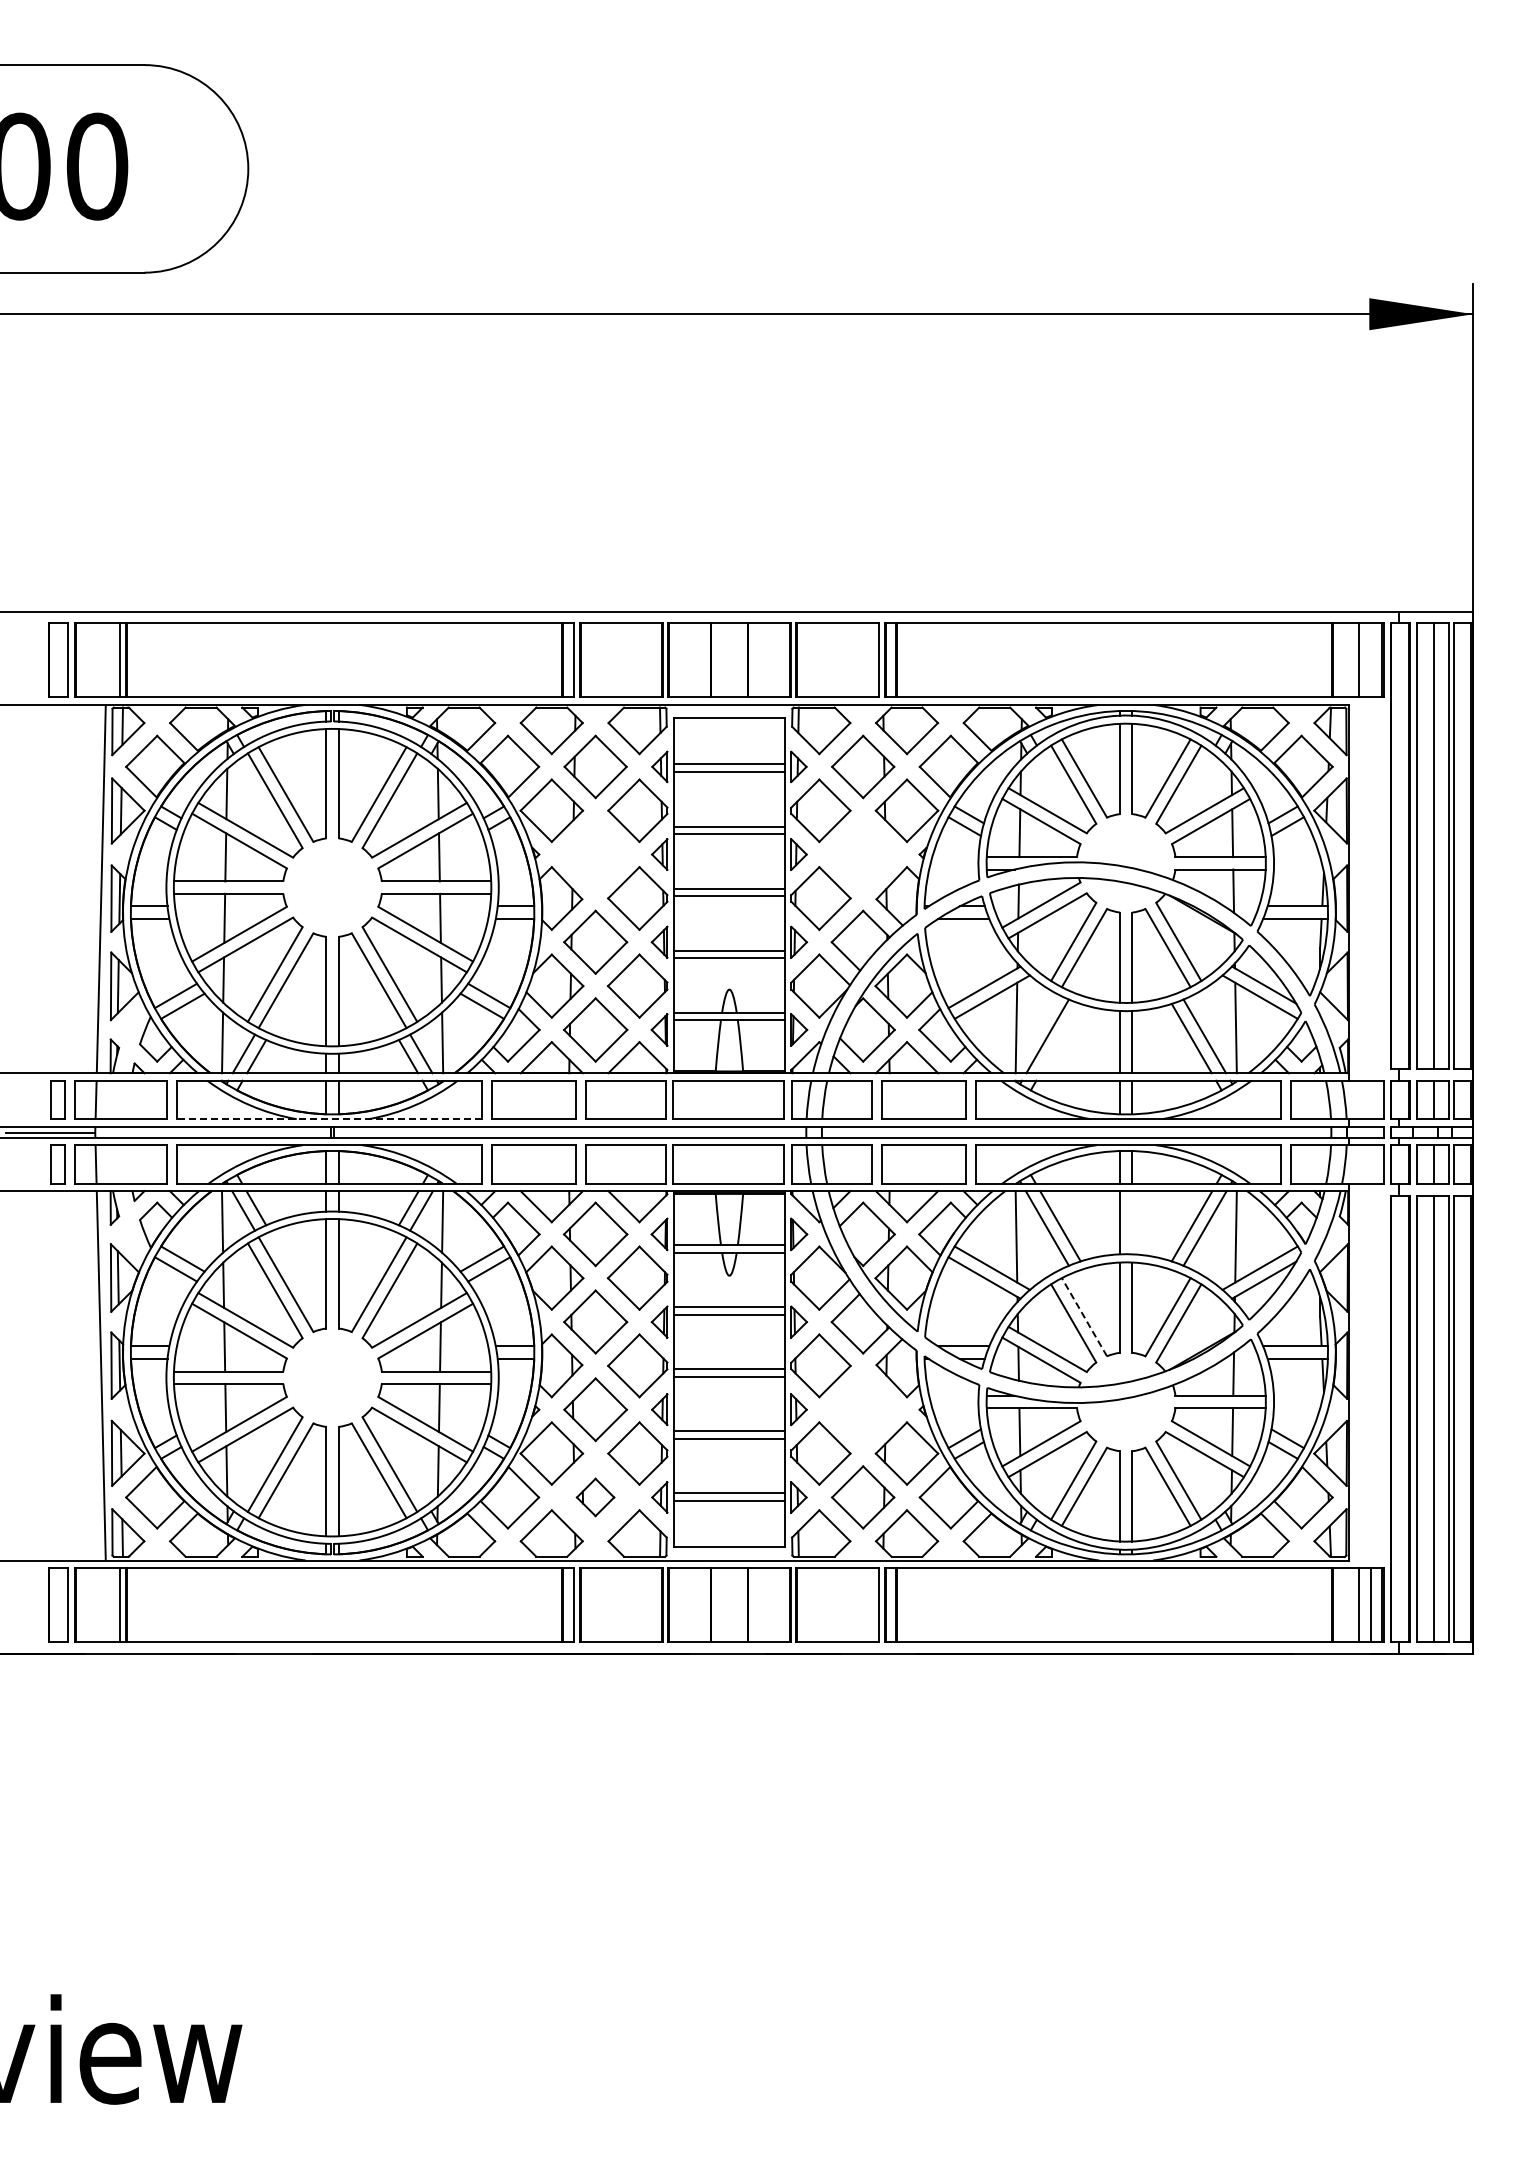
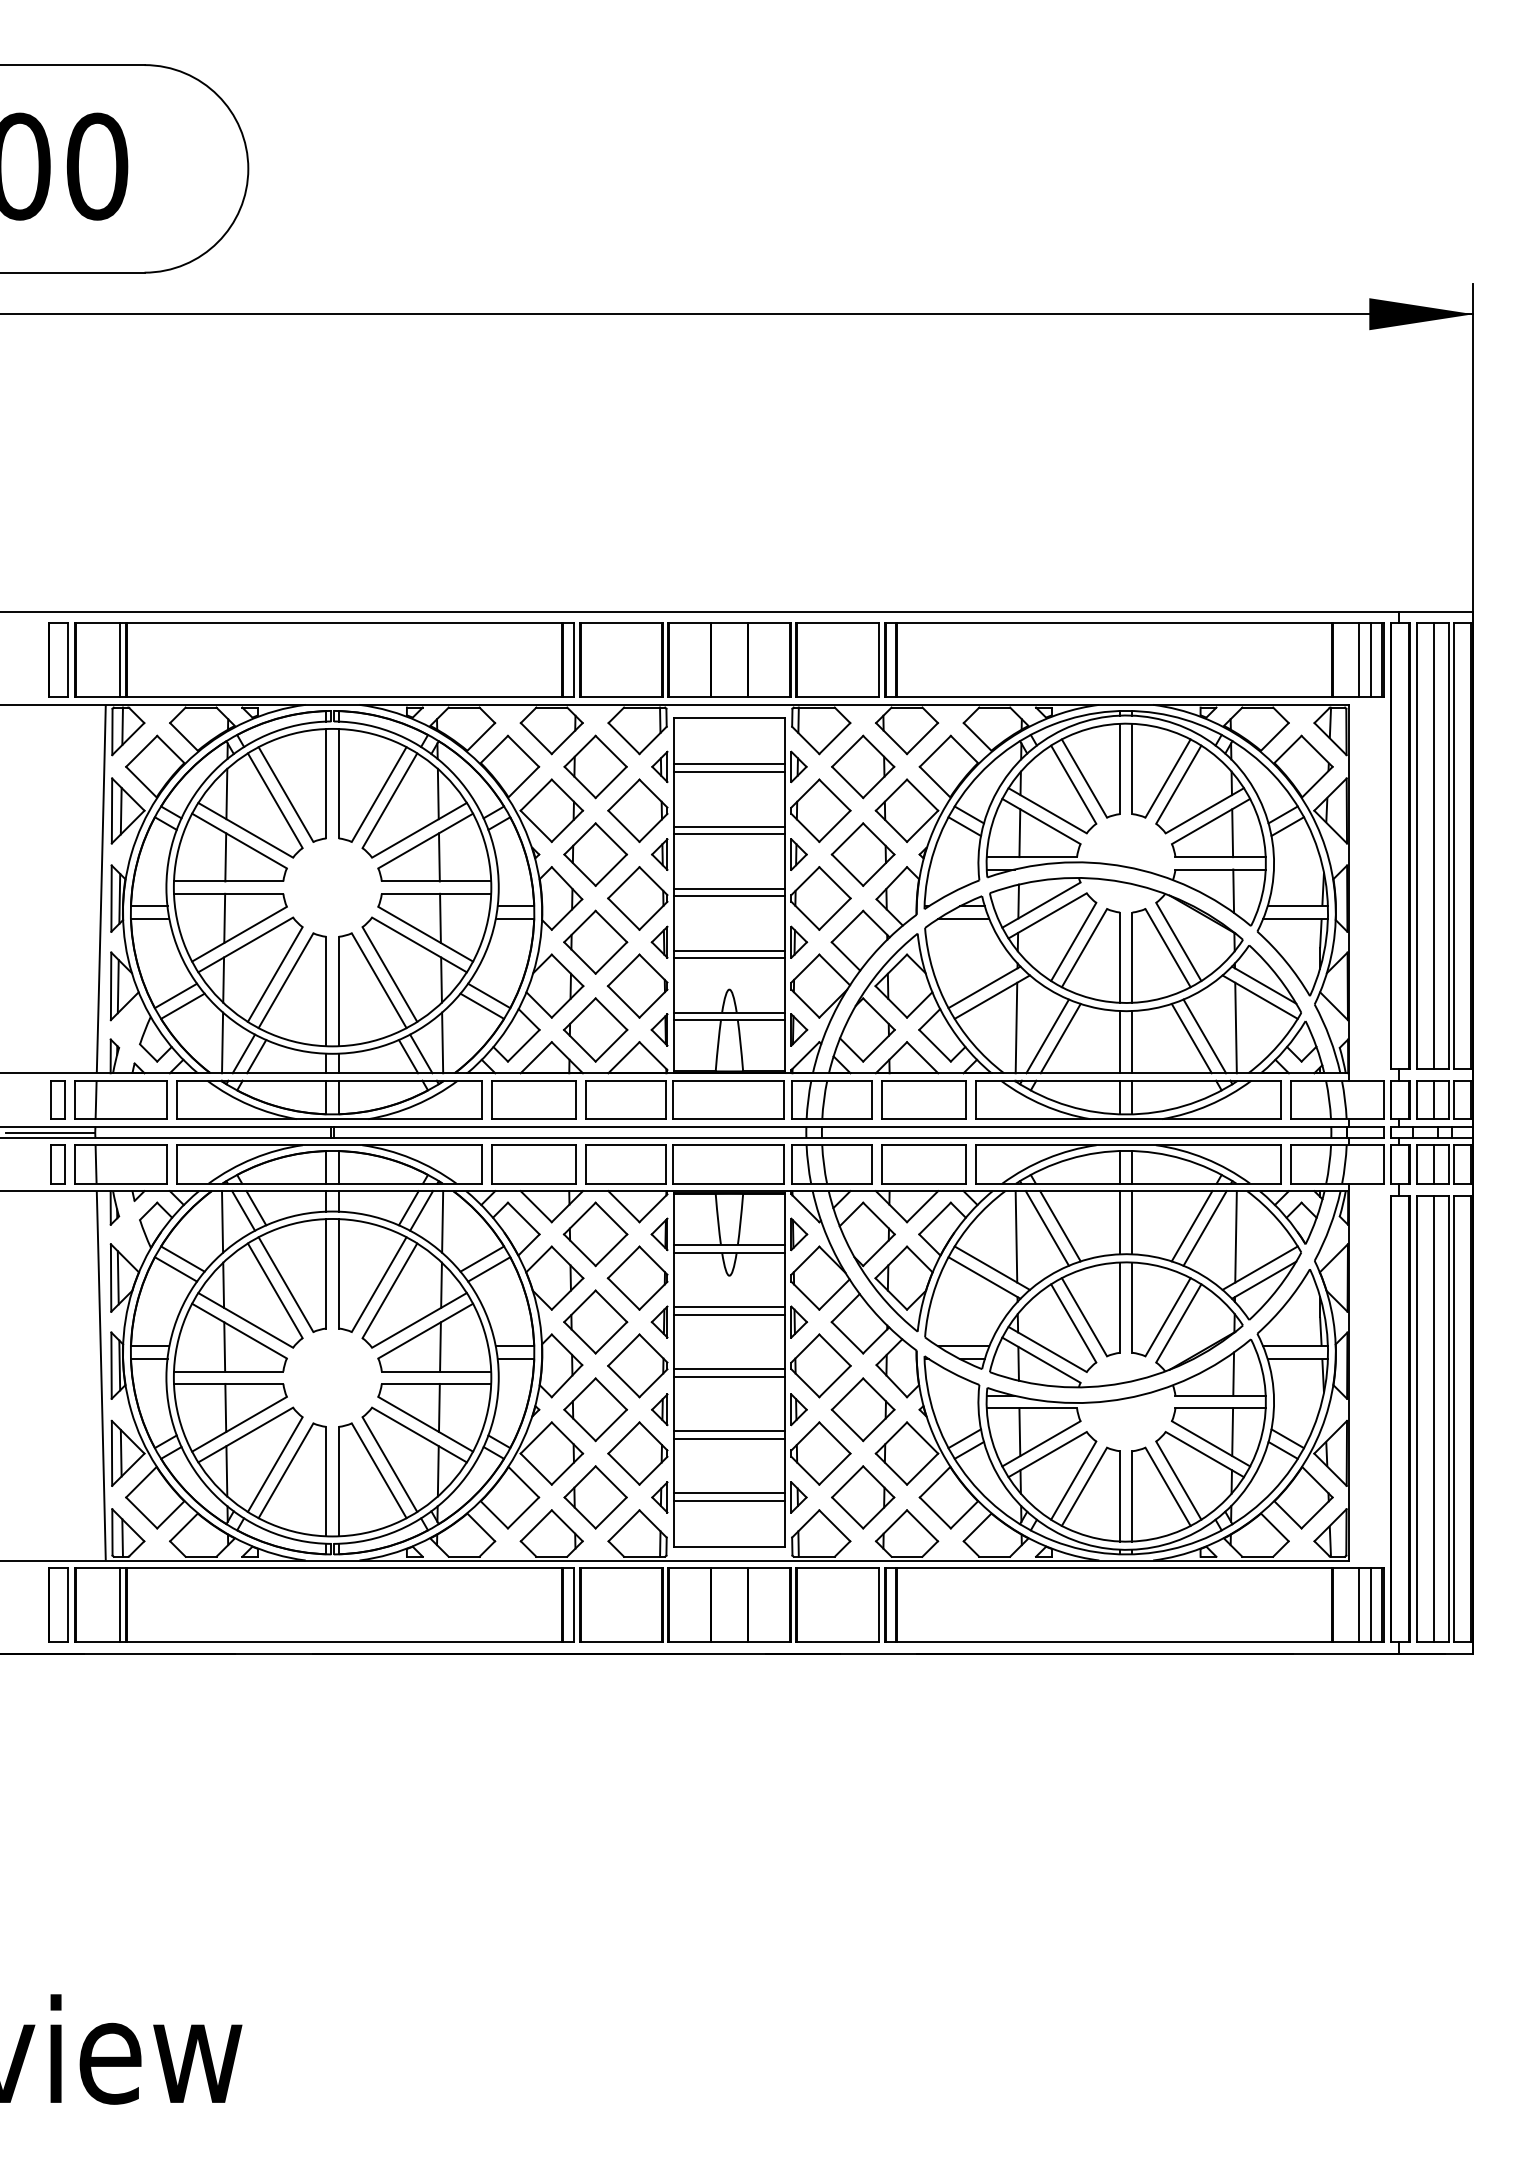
line at (1370, 660): none -> present
part at (595, 854): none -> present
part at (862, 854): none -> present
line at (1060, 1038): none -> present
line at (329, 1119): dashed -> solid
line at (1132, 1222): none -> present
line at (1084, 1316): dashed -> solid
part at (862, 1409): none -> present
part at (595, 1497) size: 41x41 px -> 65x65 px
